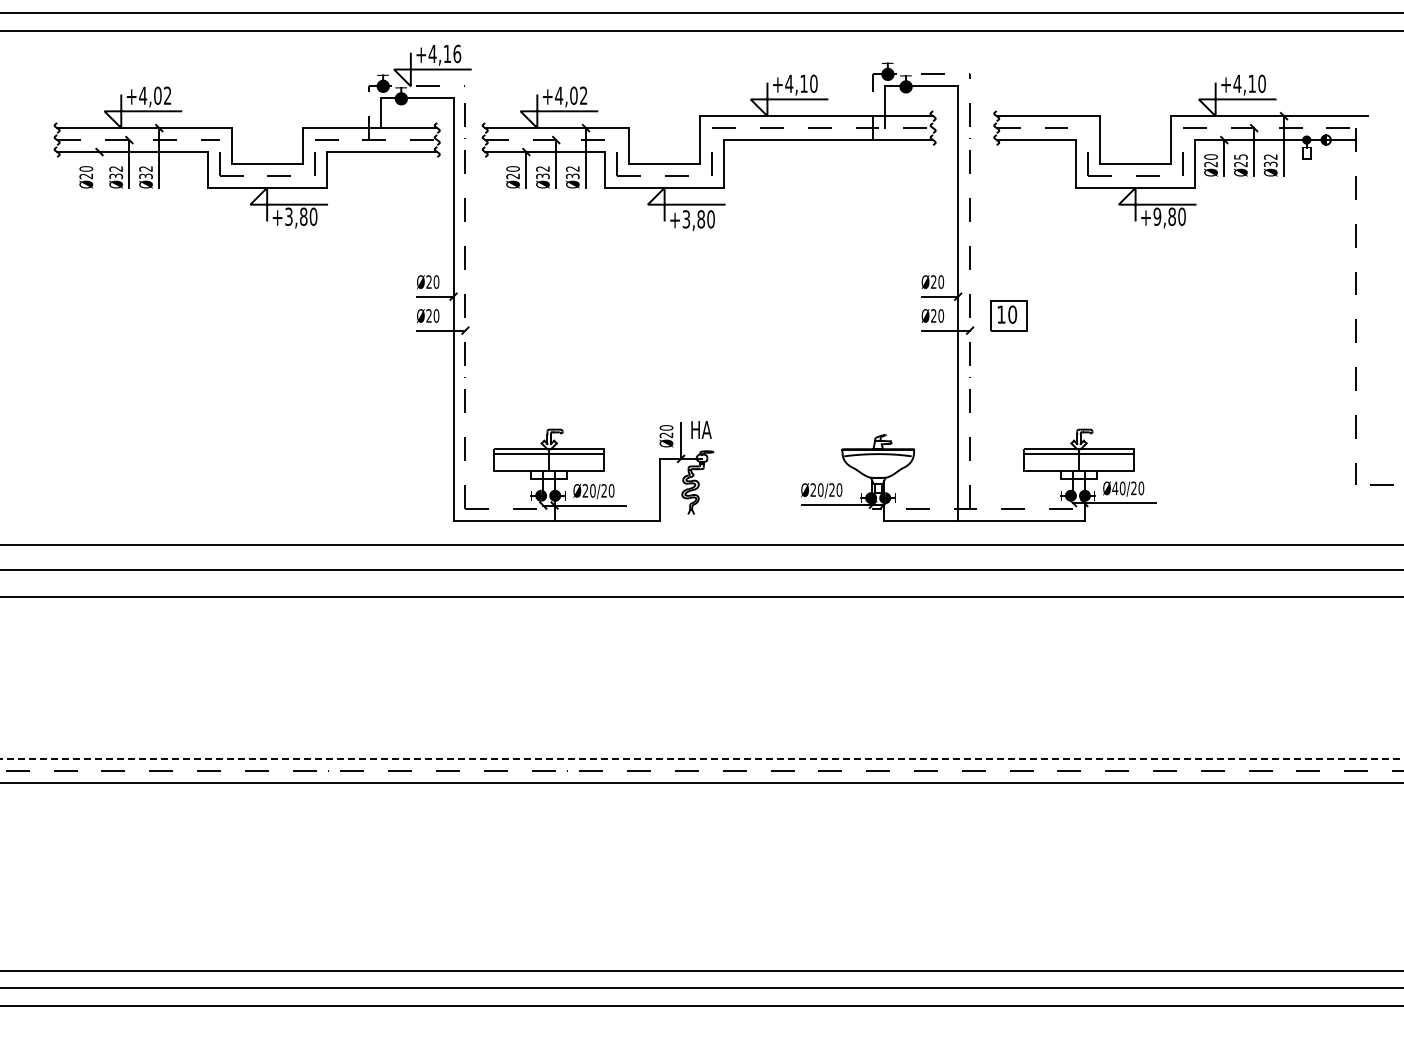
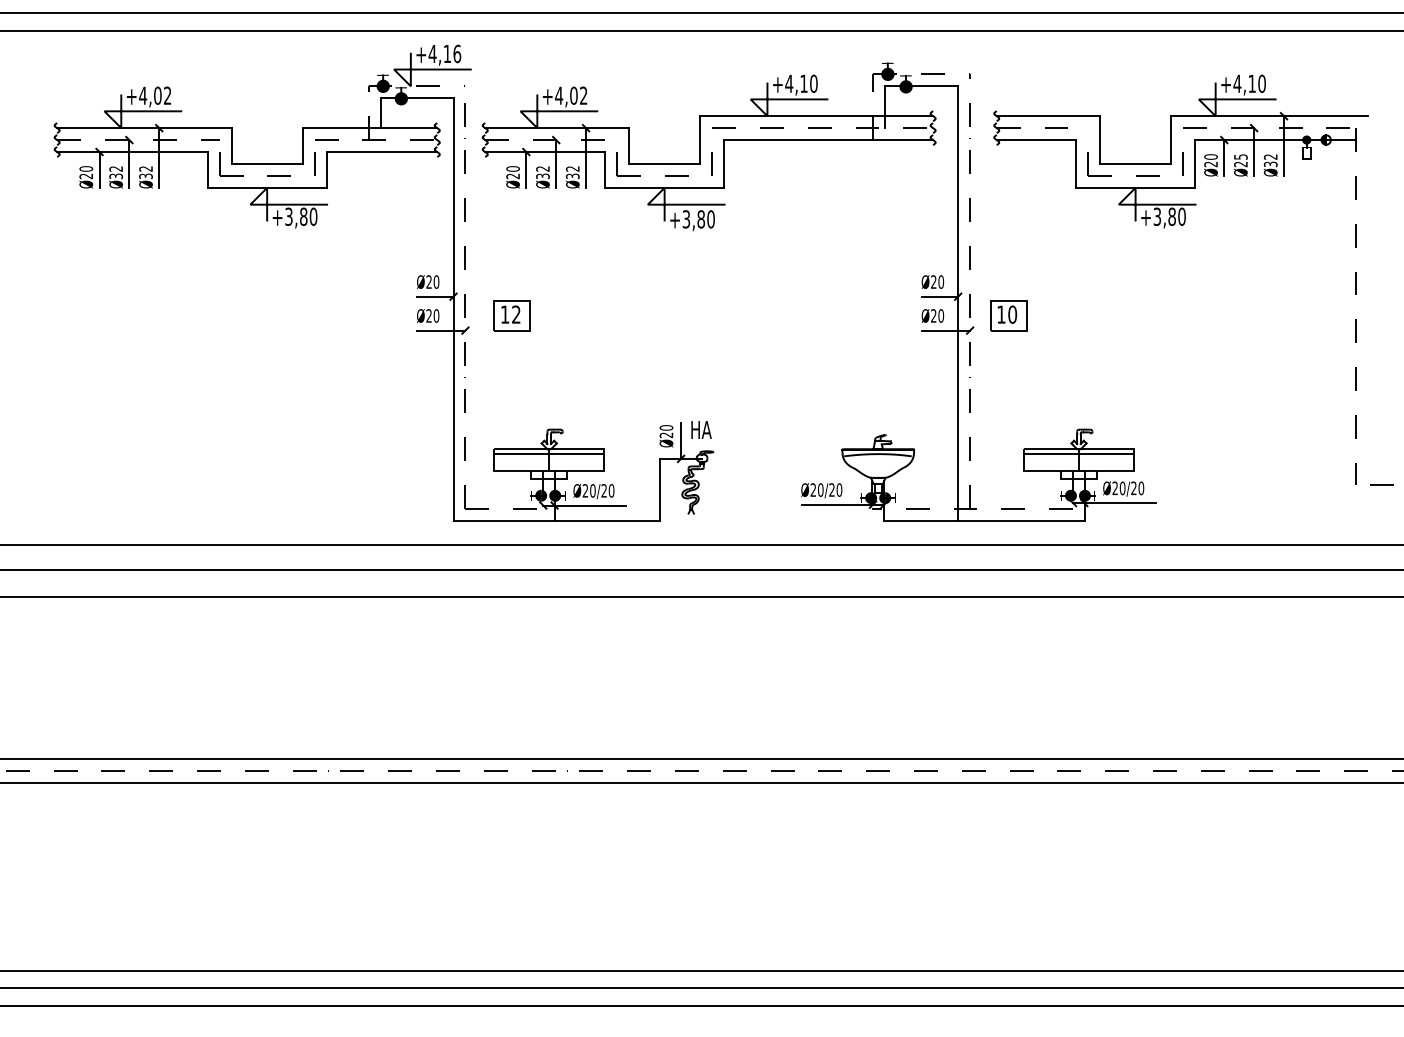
line at (99, 170): none -> present
text at (1157, 216): +9,80 -> +3,80
part at (511, 315): none -> present
text at (1115, 488): Ø40/20 -> Ø20/20
line at (702, 759): dashed -> solid
